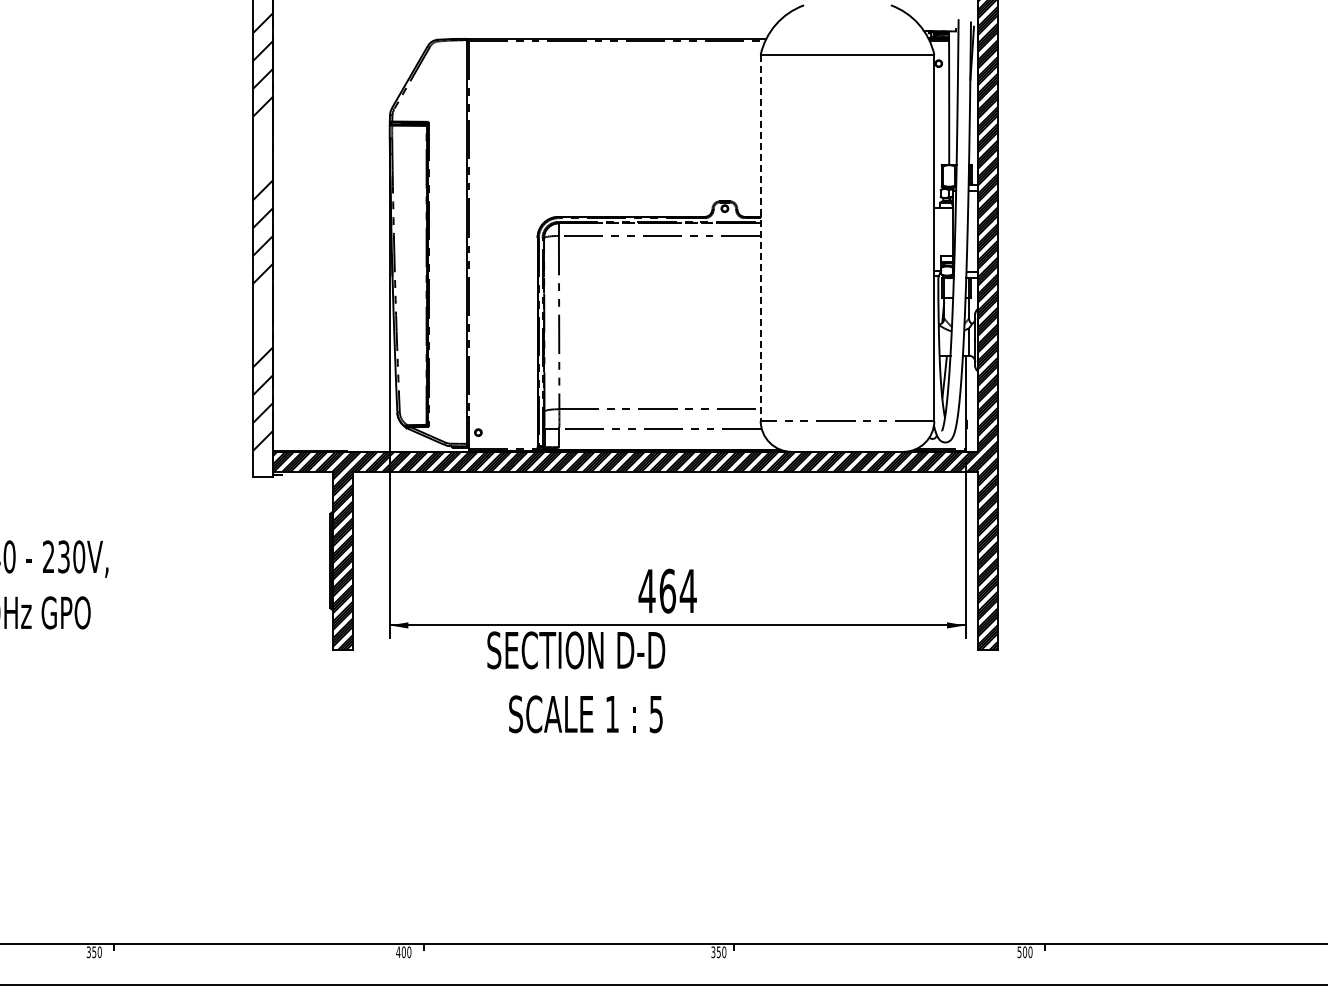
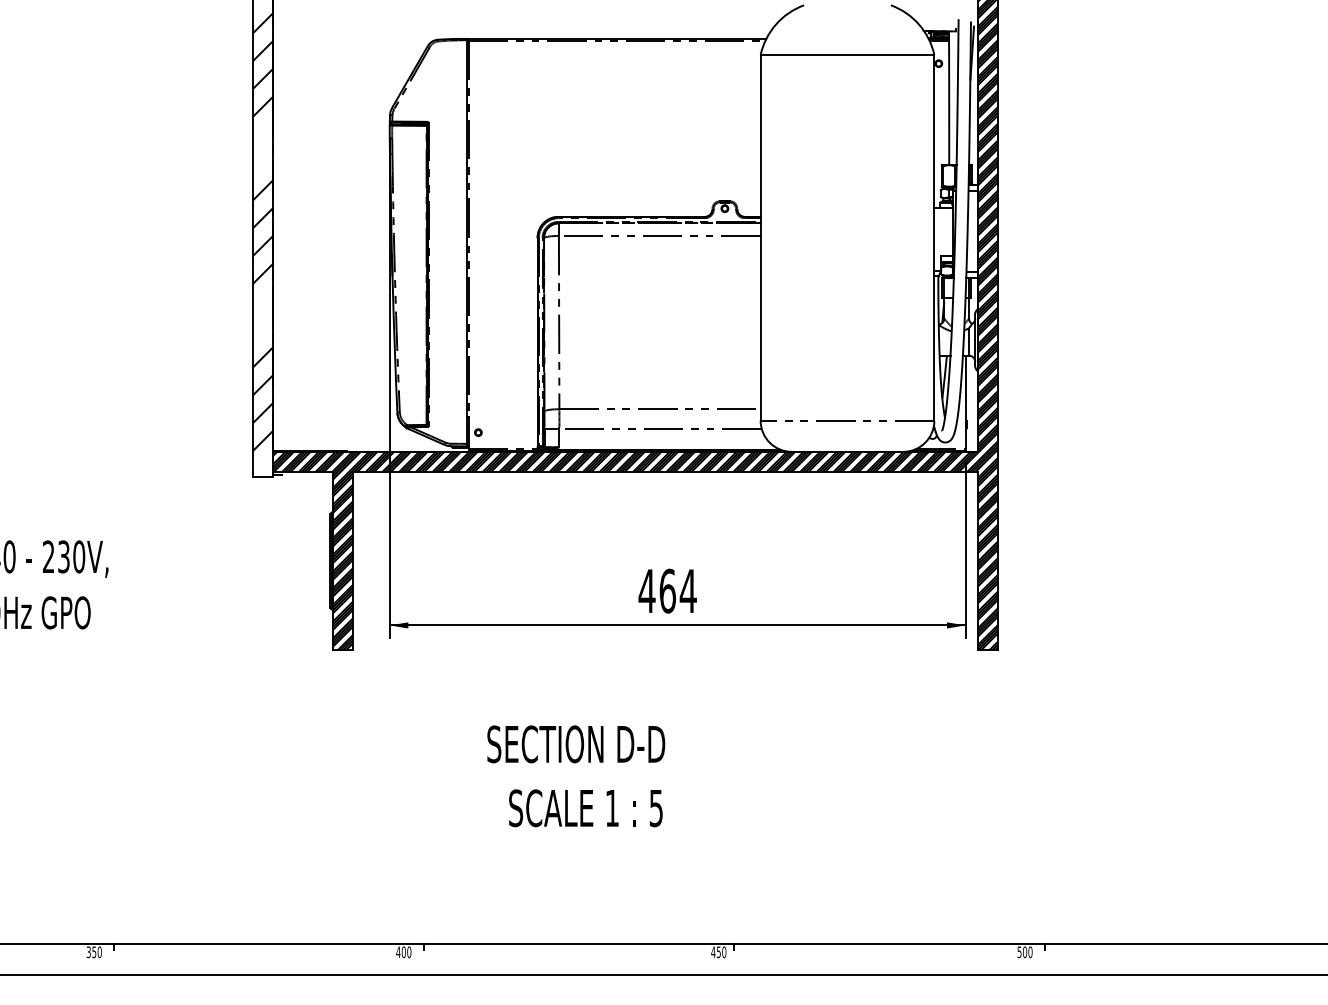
line at (760, 237): dashed -> solid
text at (576, 682) position: (576, 682) -> (576, 776)
text at (713, 952): 350 -> 450
line at (663, 985) position: (663, 985) -> (663, 975)
